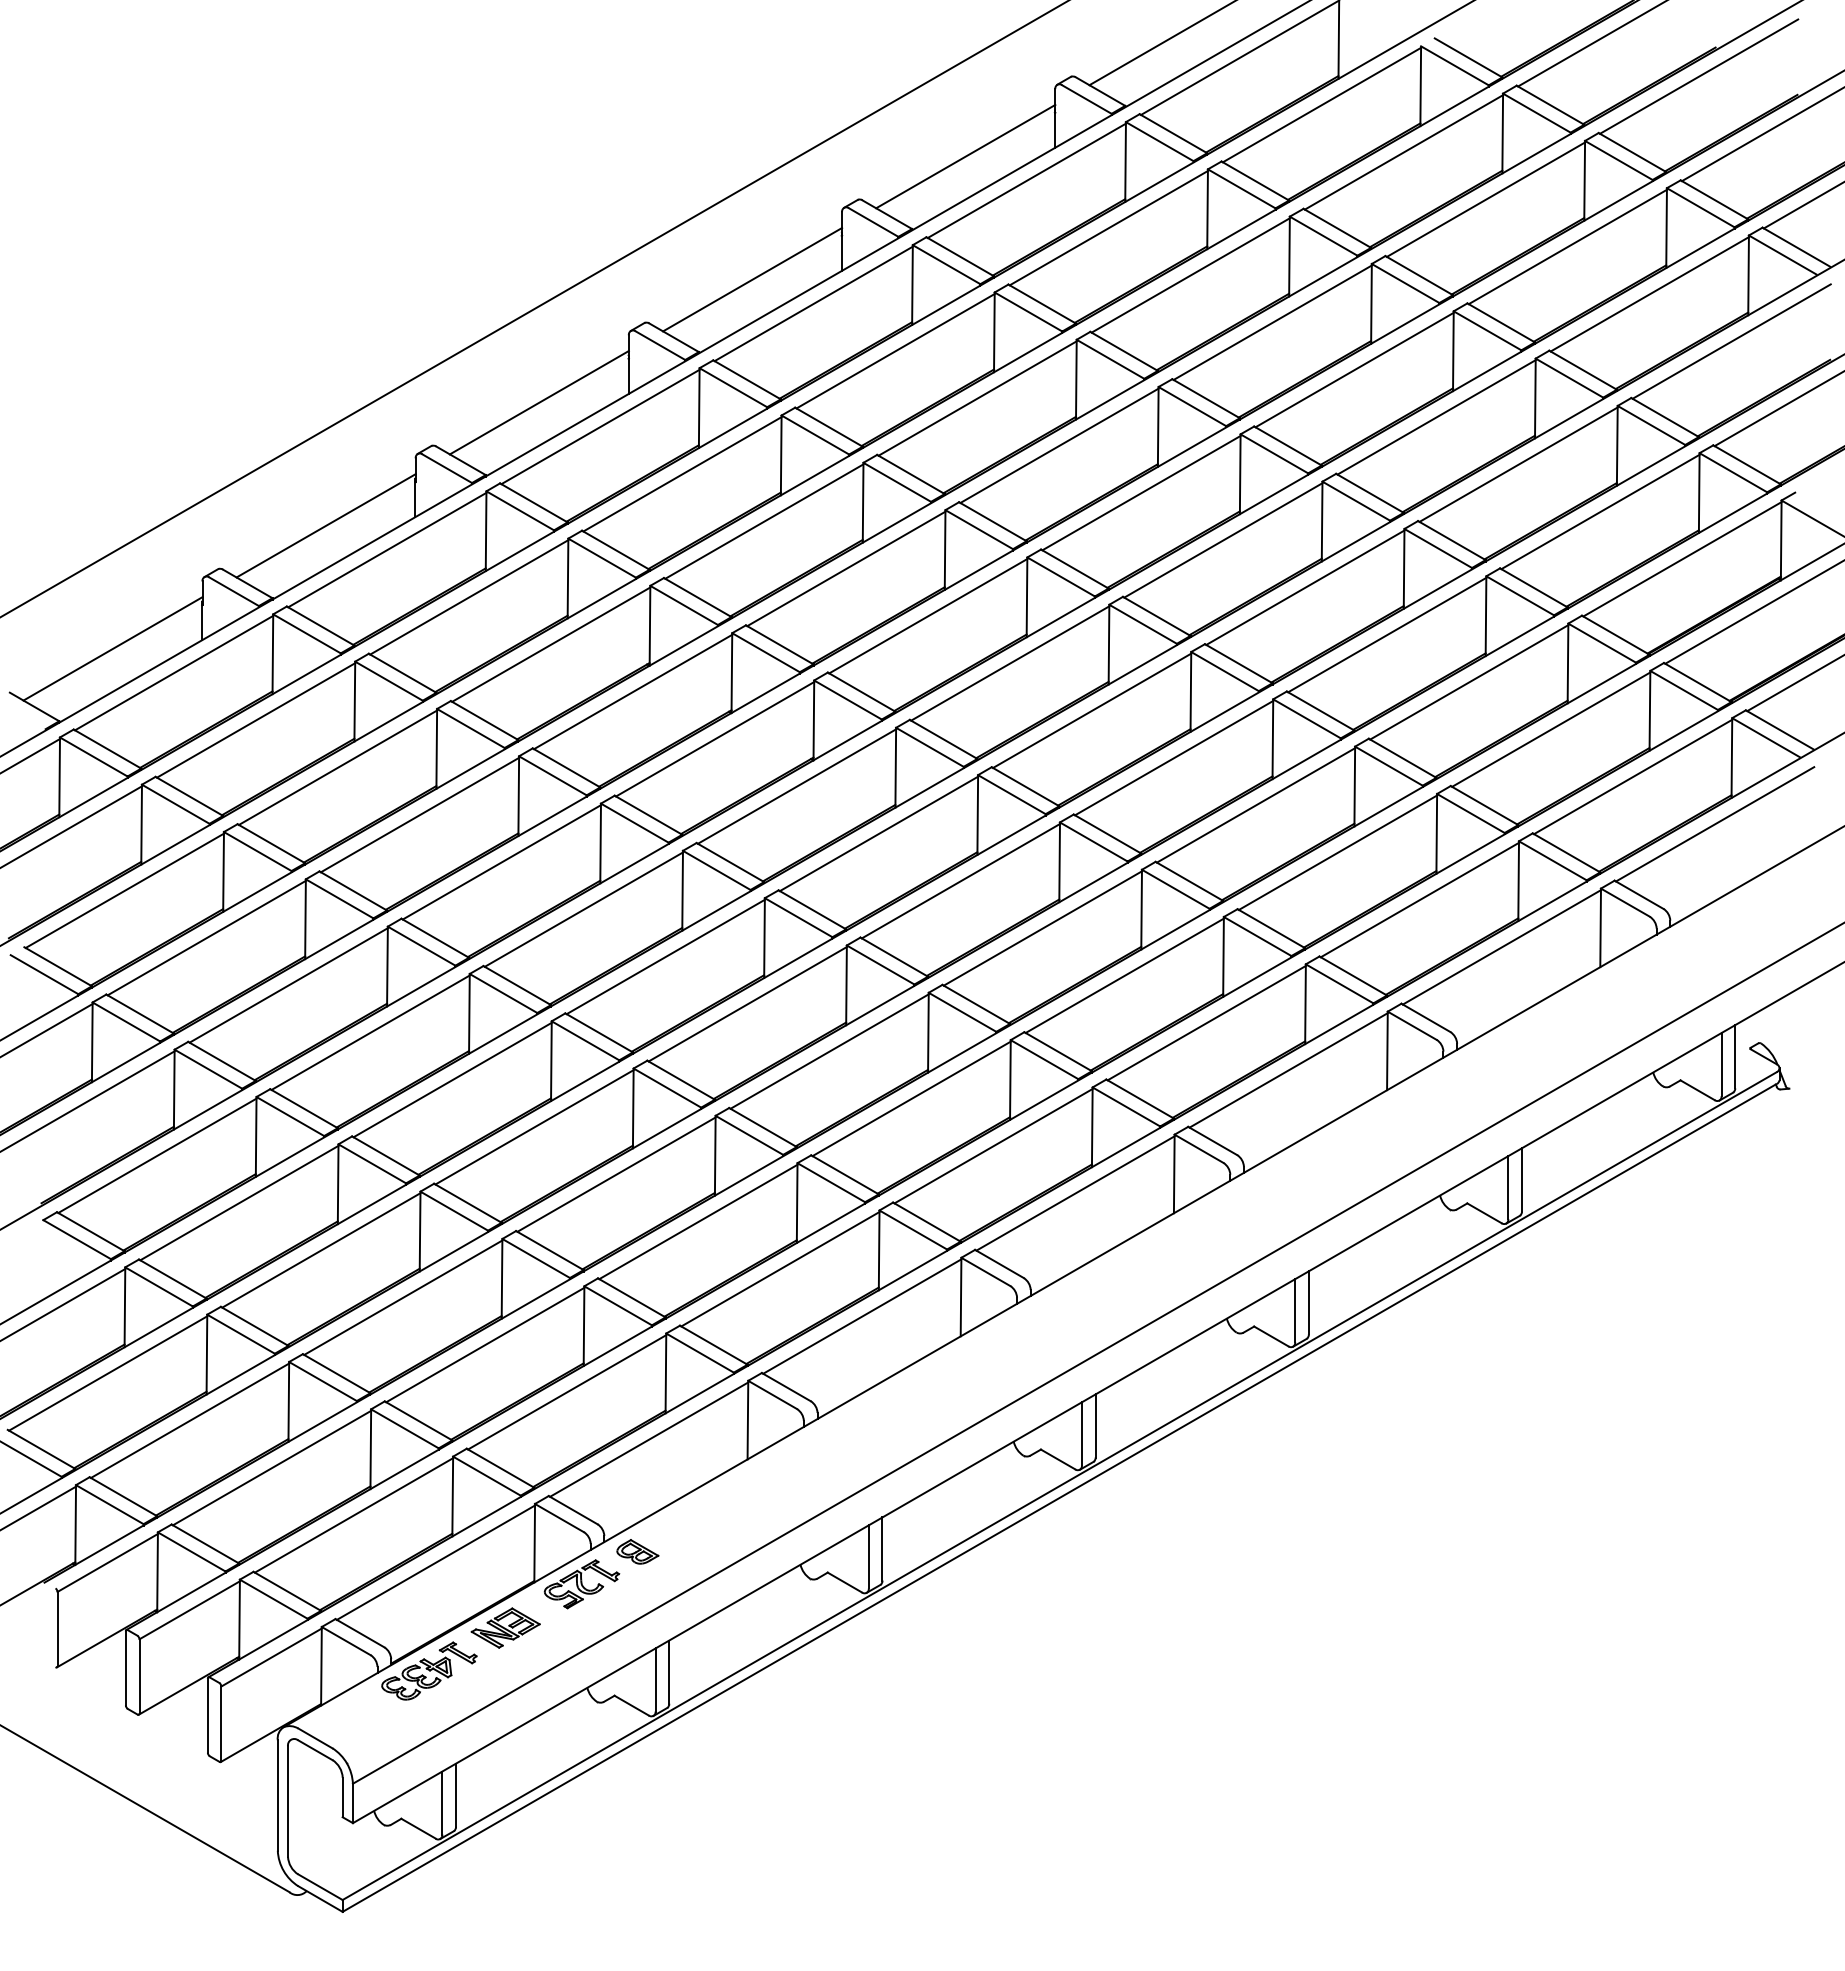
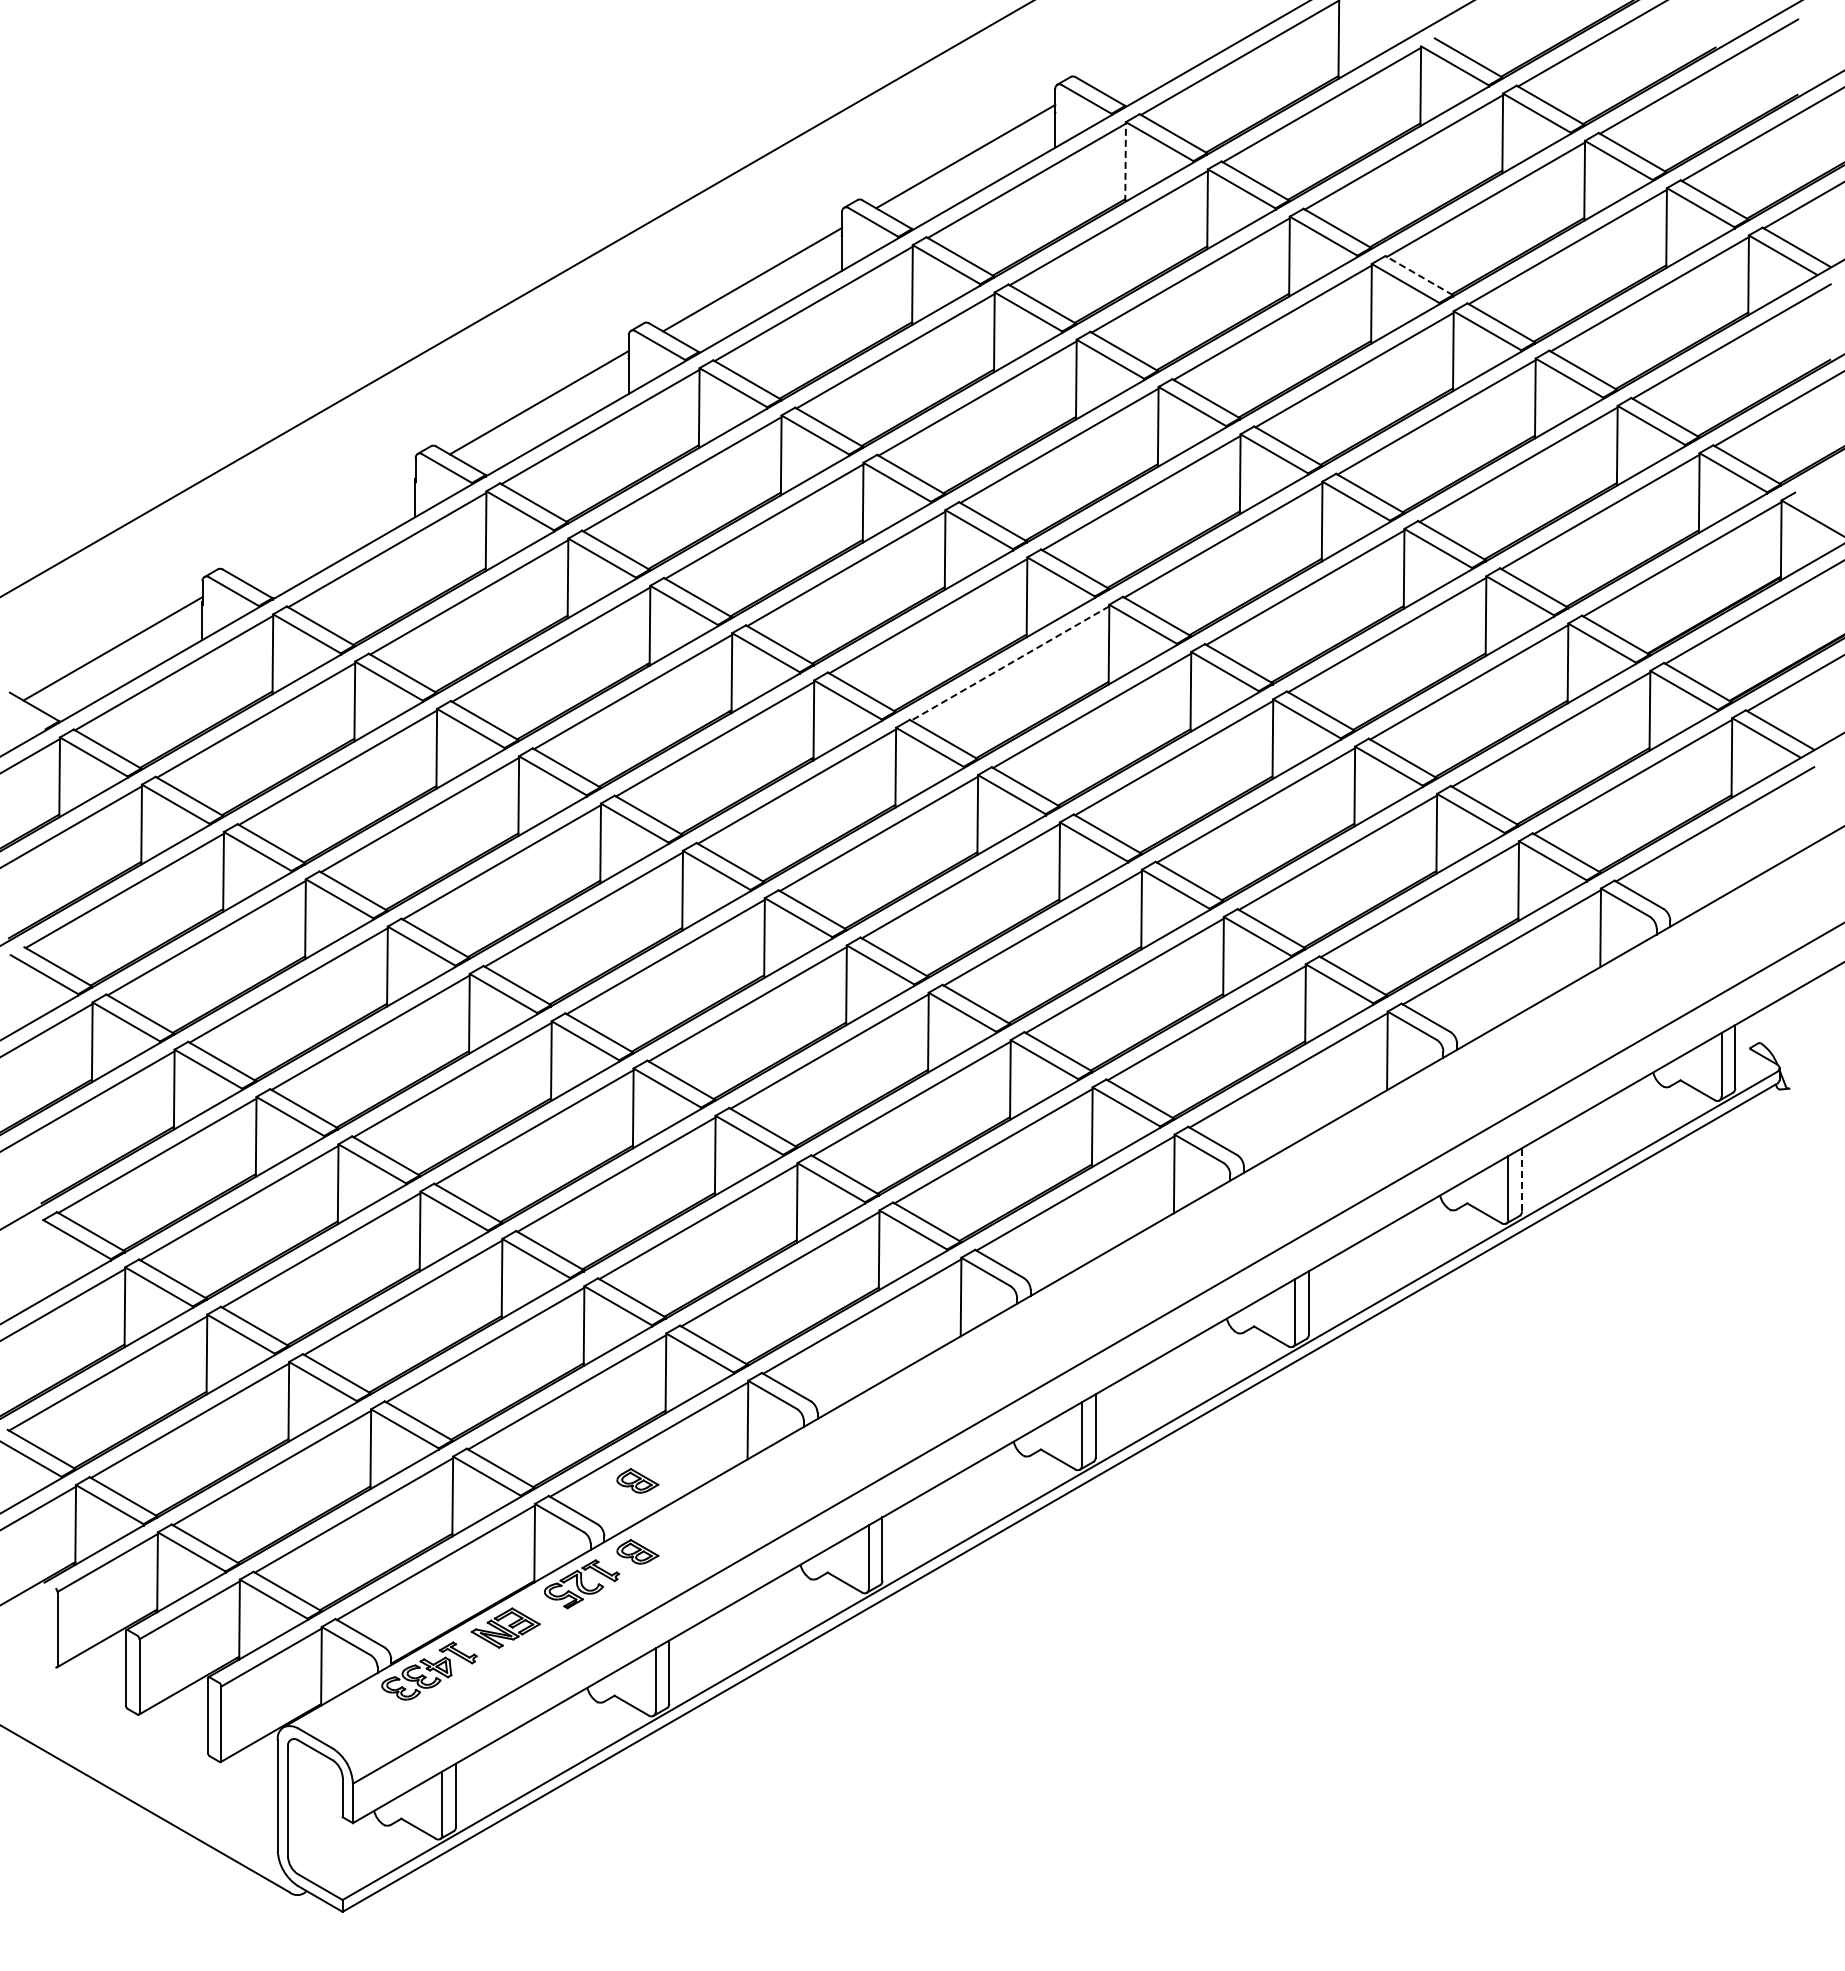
line at (1160, 43): present -> none
line at (1125, 162): solid -> dashed
line at (1418, 275): solid -> dashed
line at (533, 309) position: (533, 309) -> (516, 298)
line at (325, 525): present -> none
line at (1009, 663): solid -> dashed
line at (1521, 1179): solid -> dashed
part at (637, 1480): none -> present
